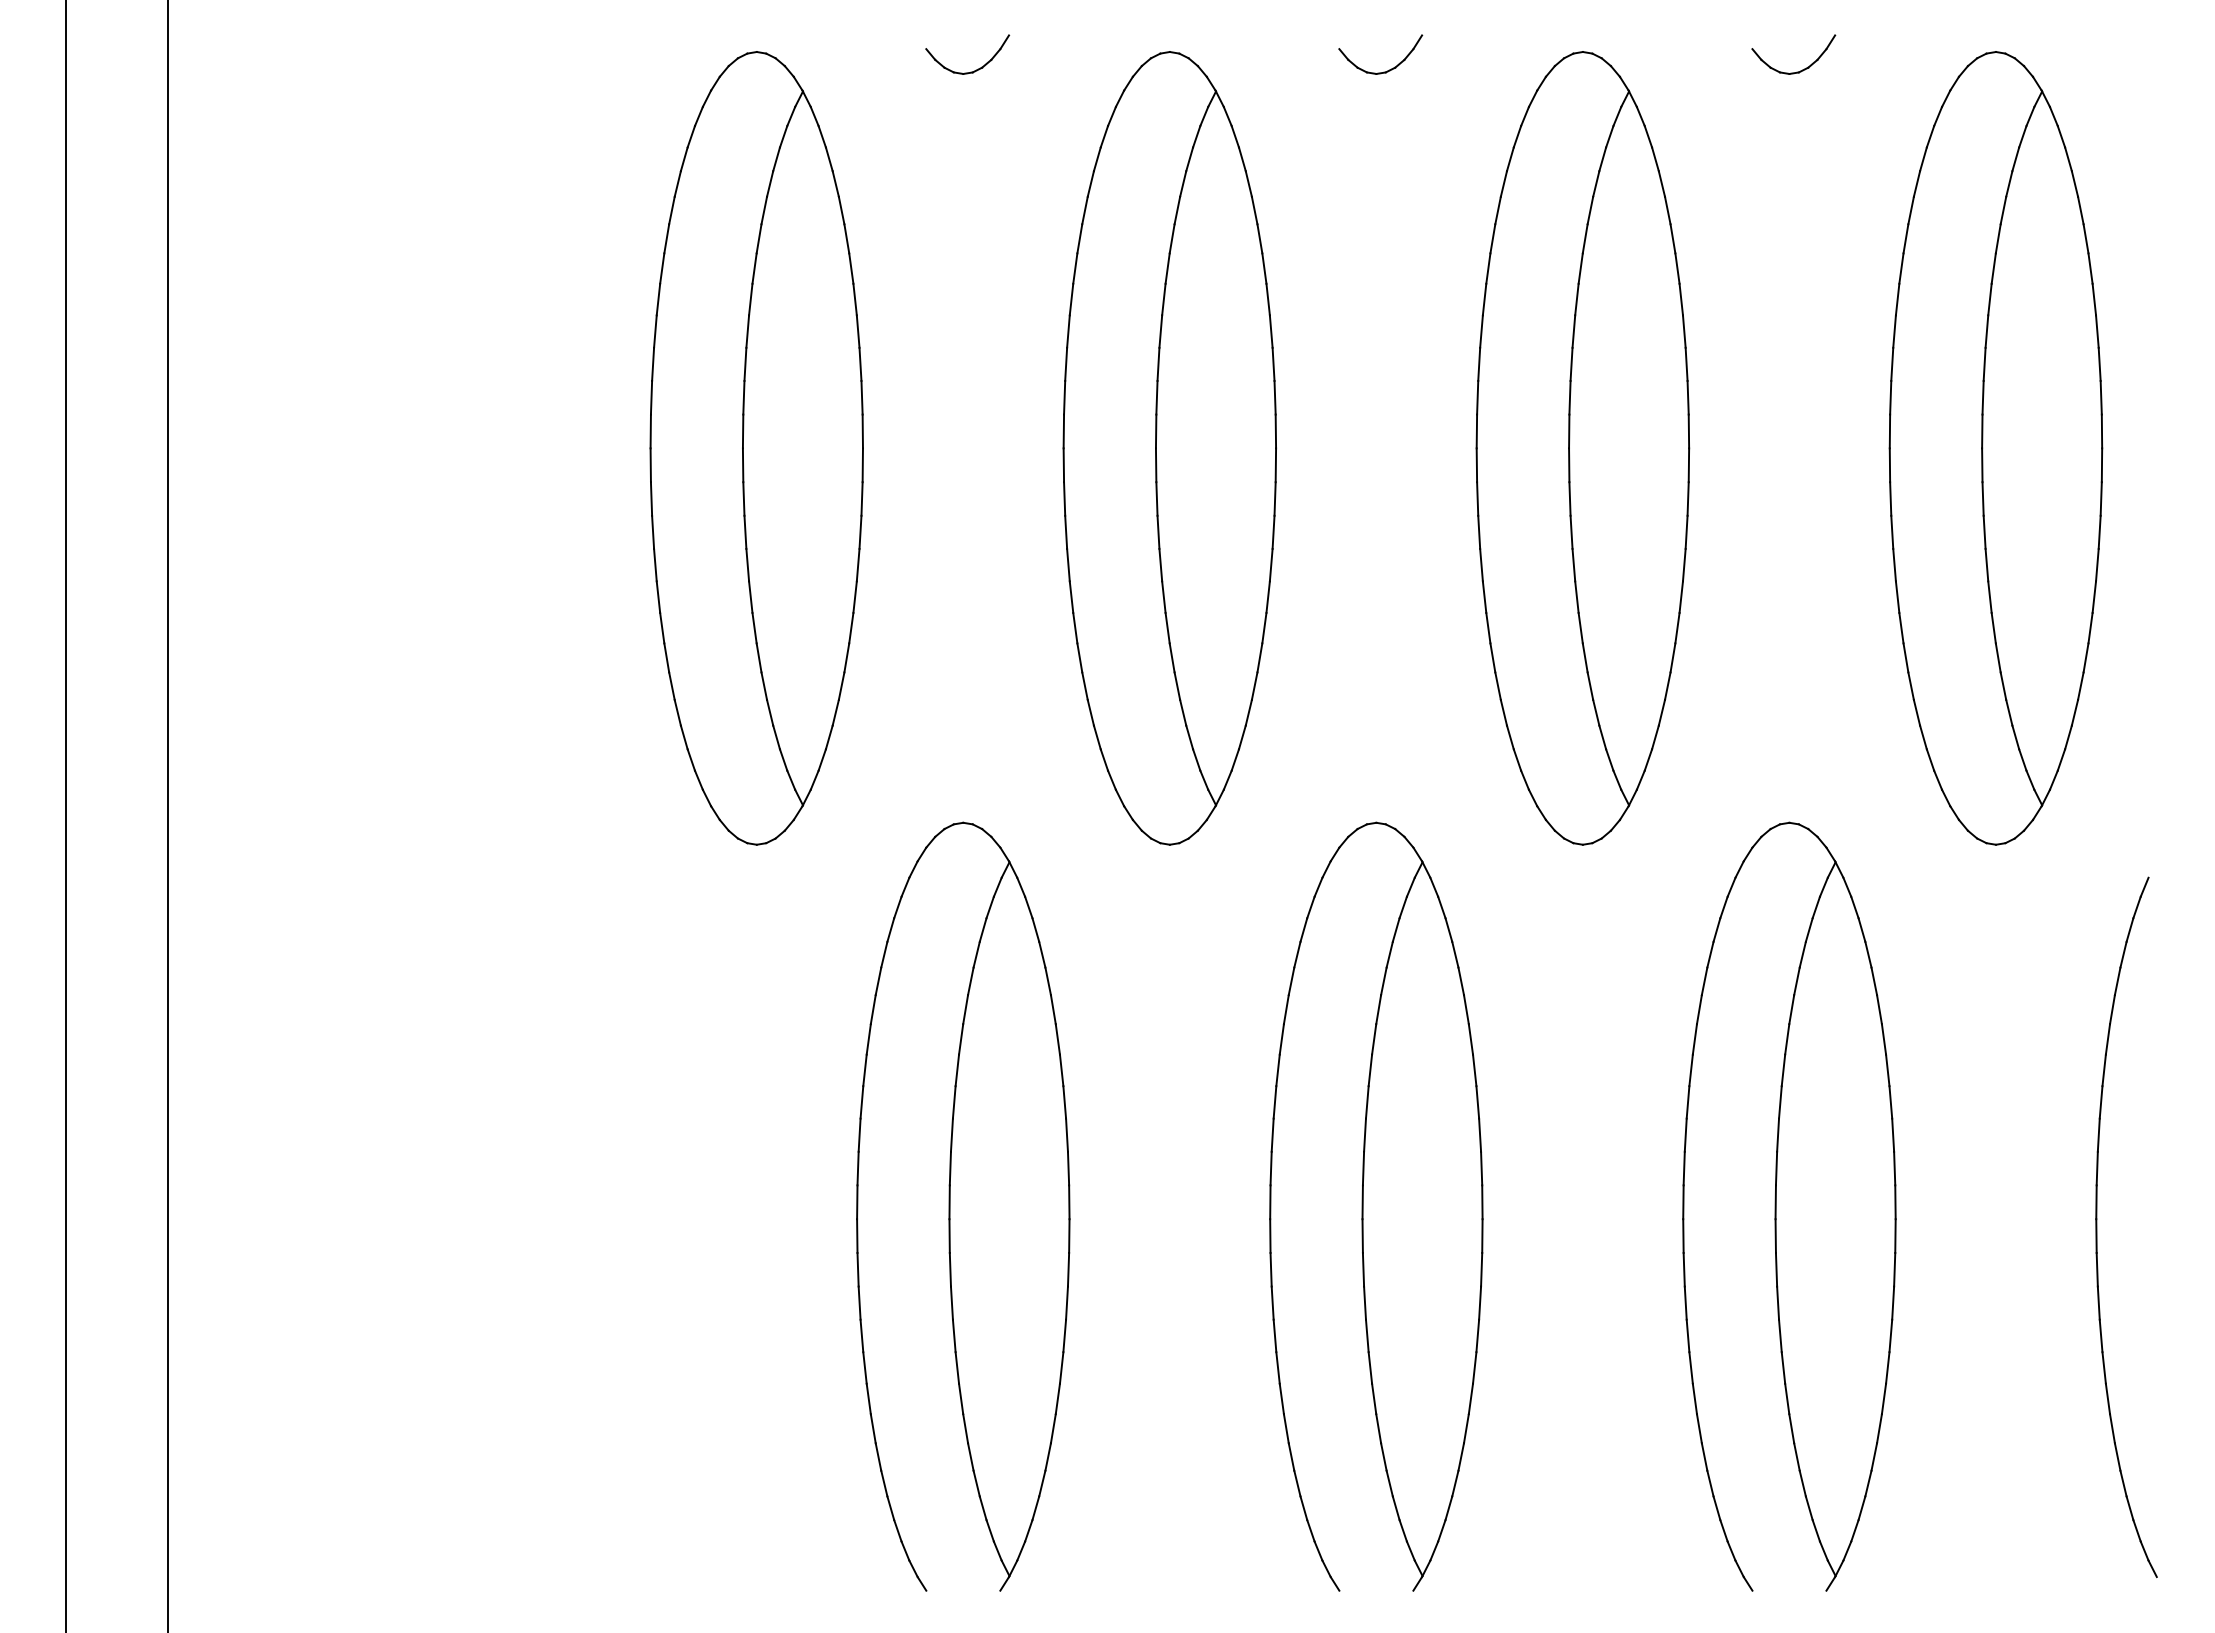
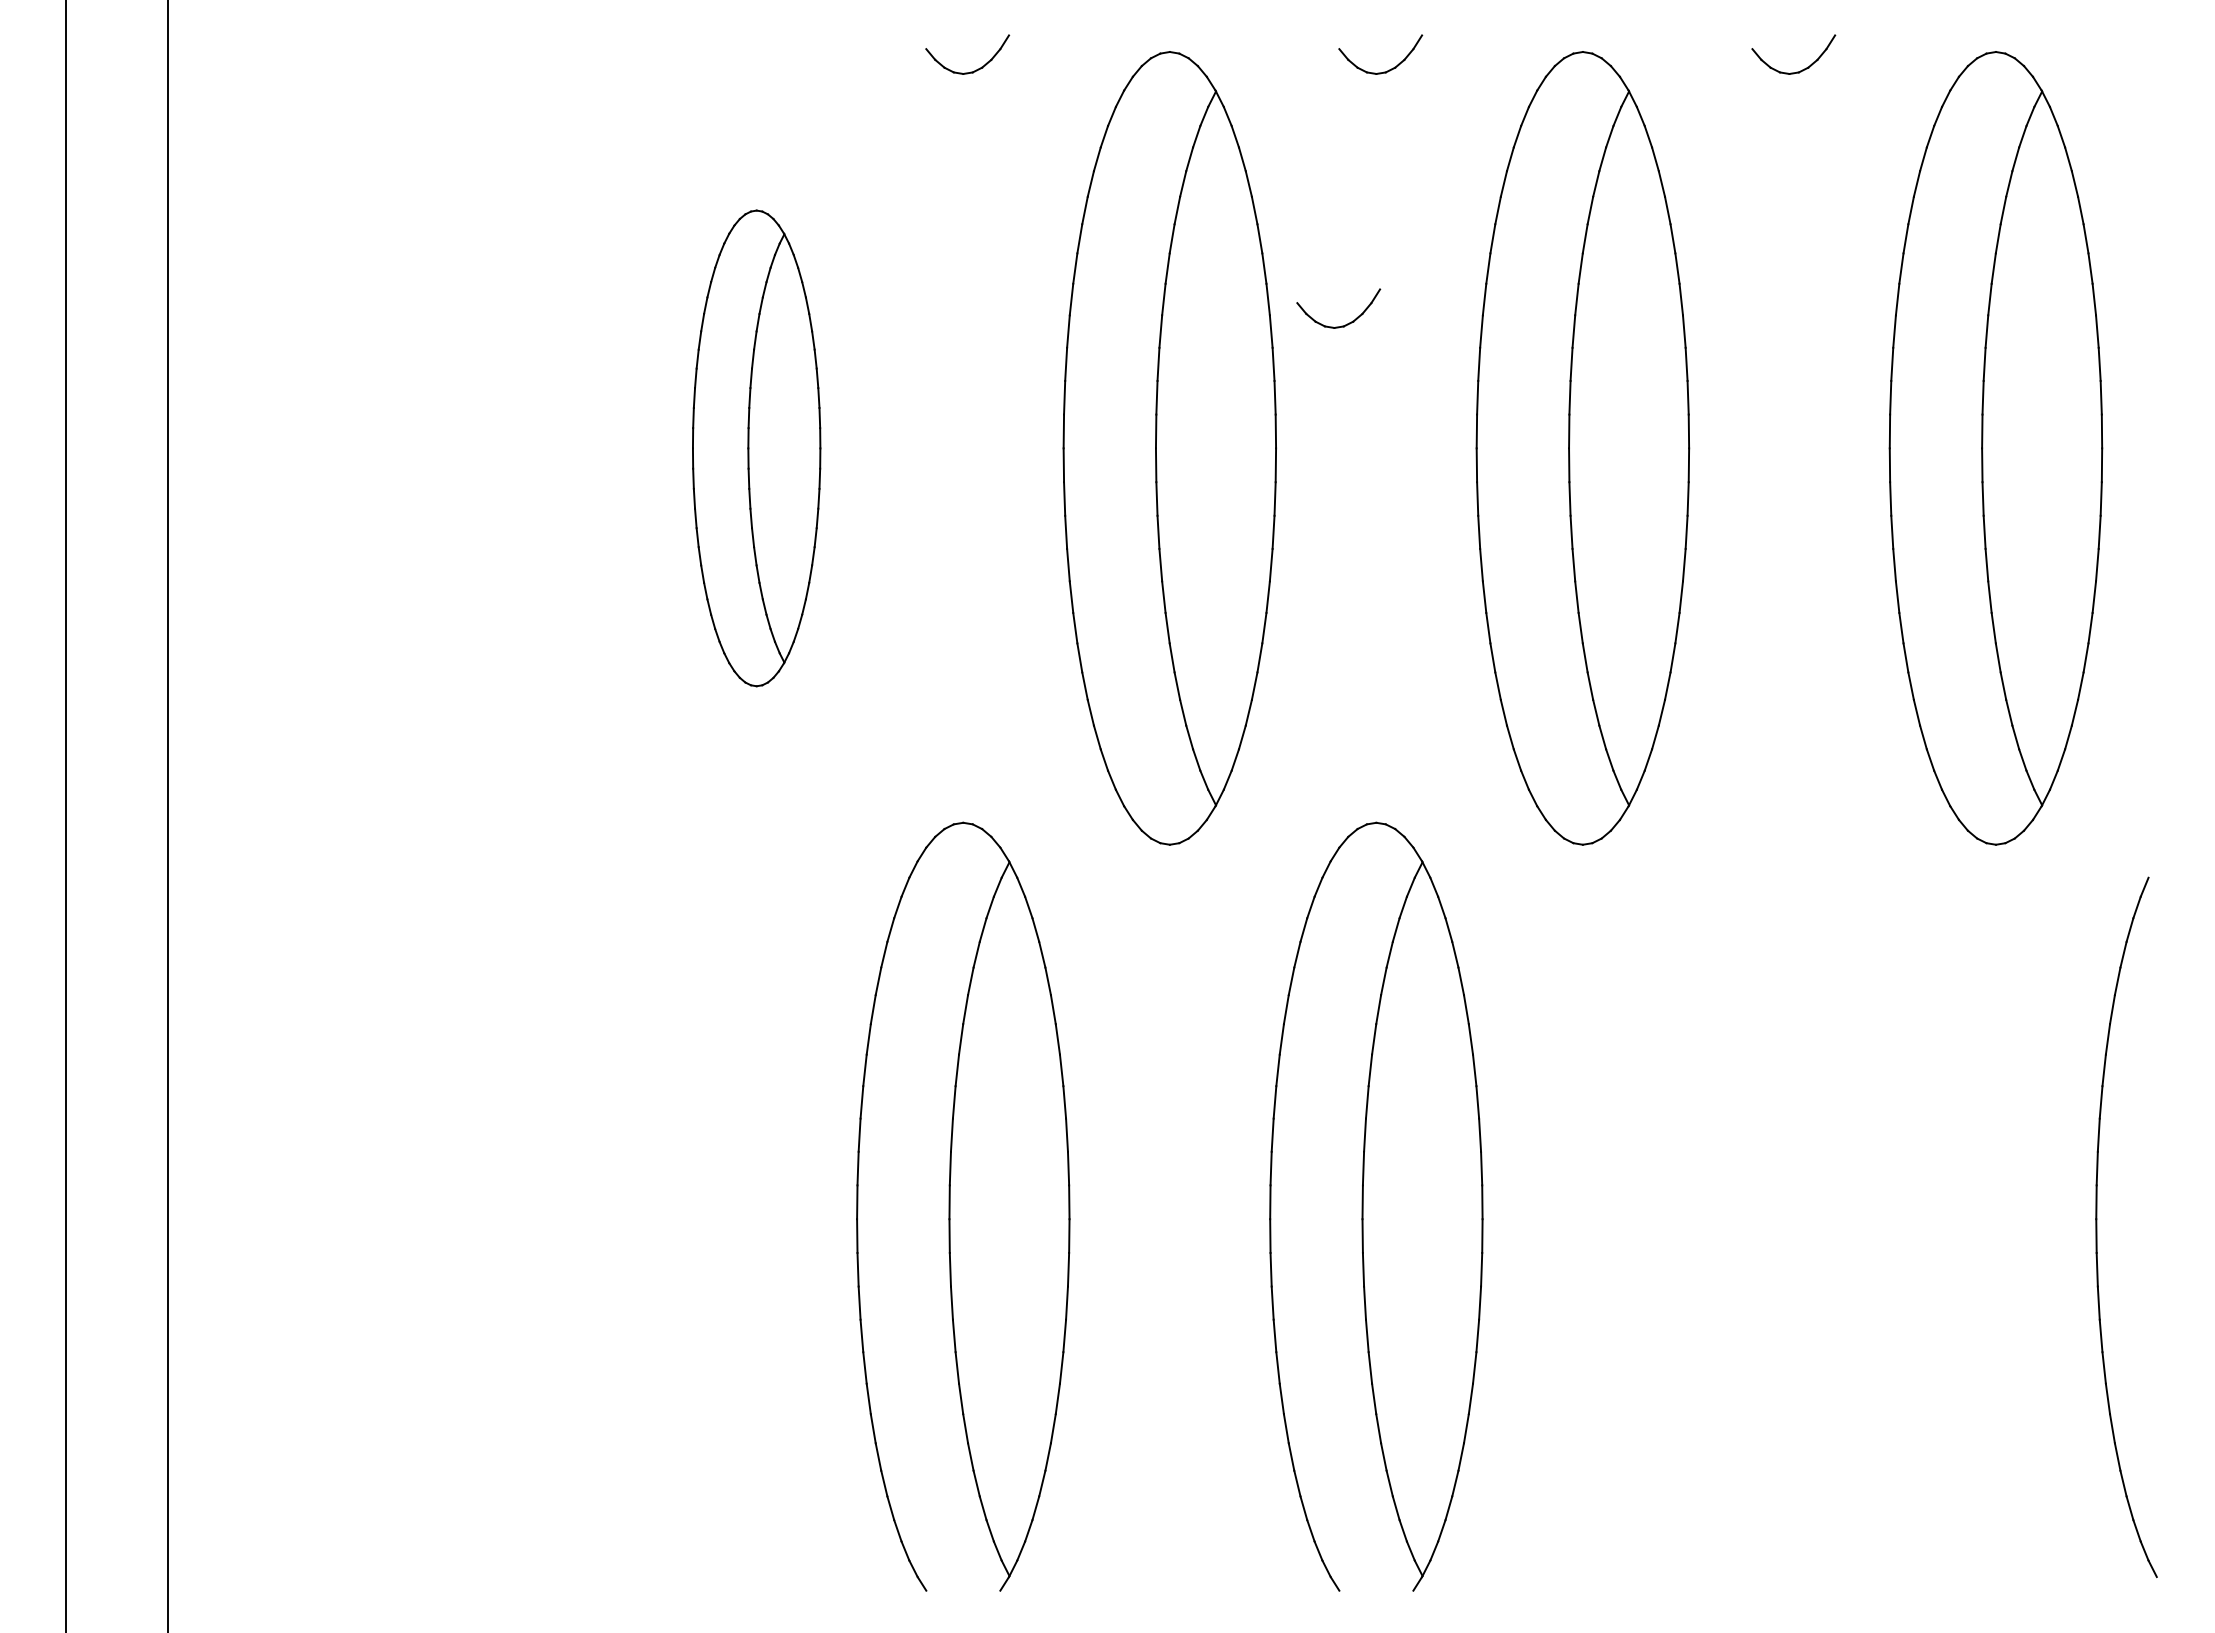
part at (1341, 325): none -> present
part at (756, 448) size: 215x795 px -> 130x479 px
part at (1789, 1206): present -> none
